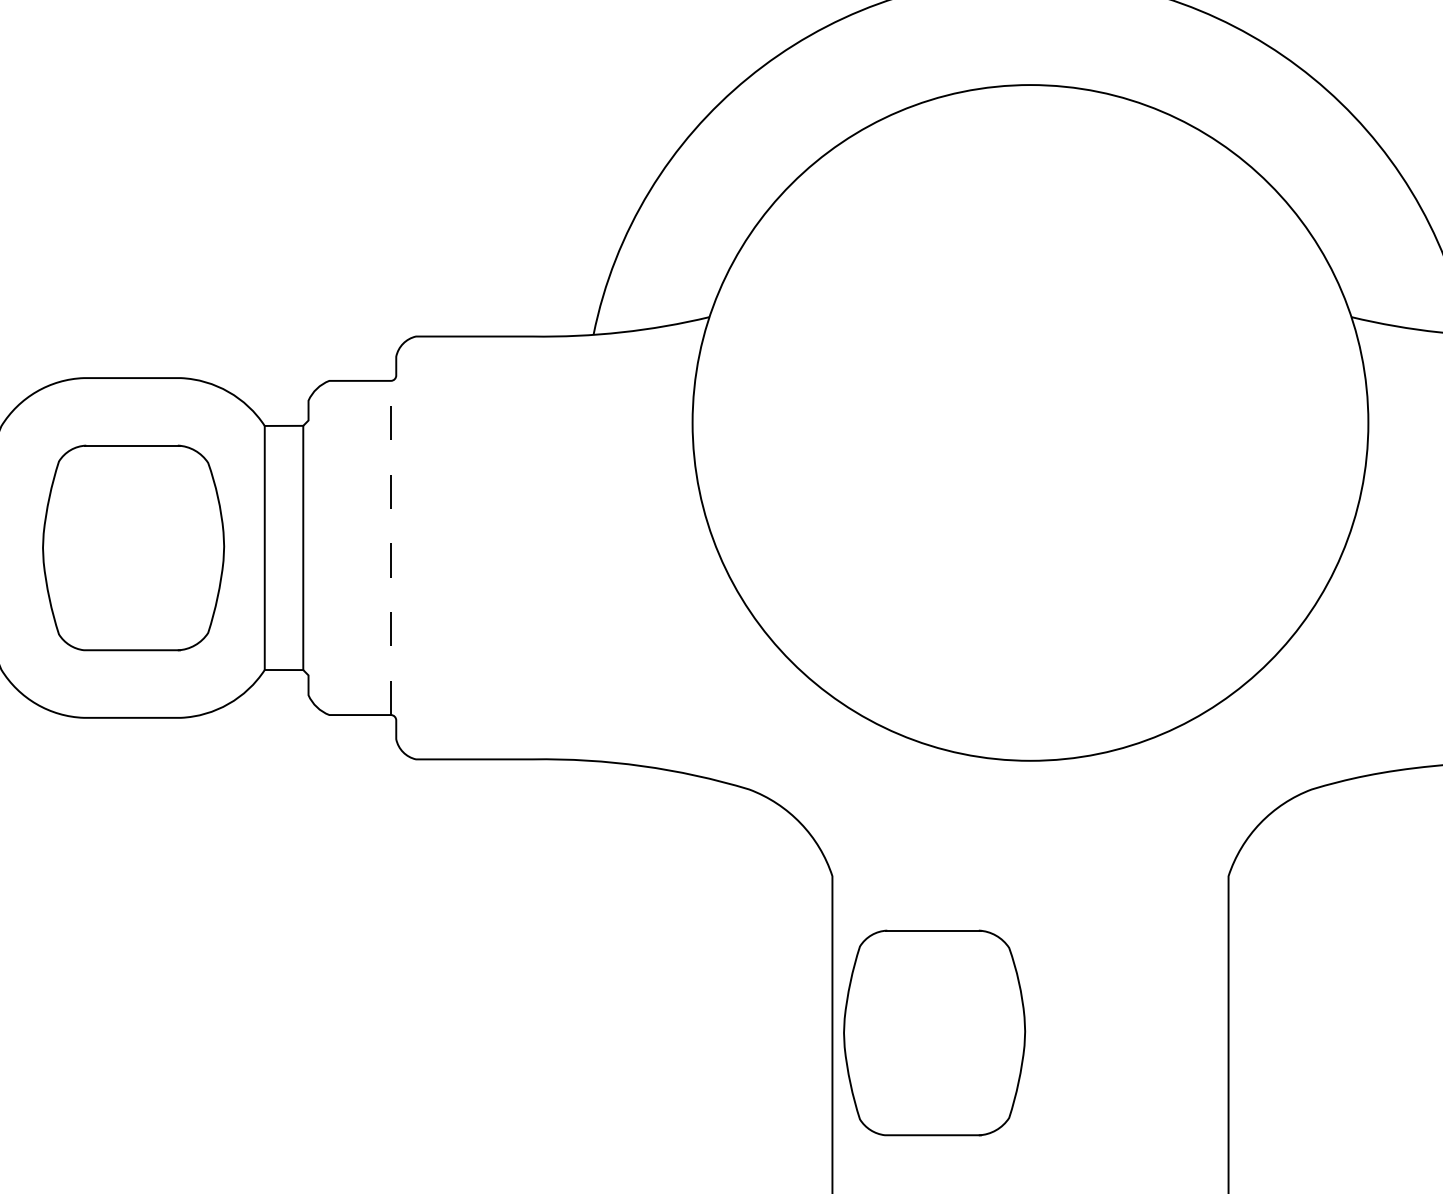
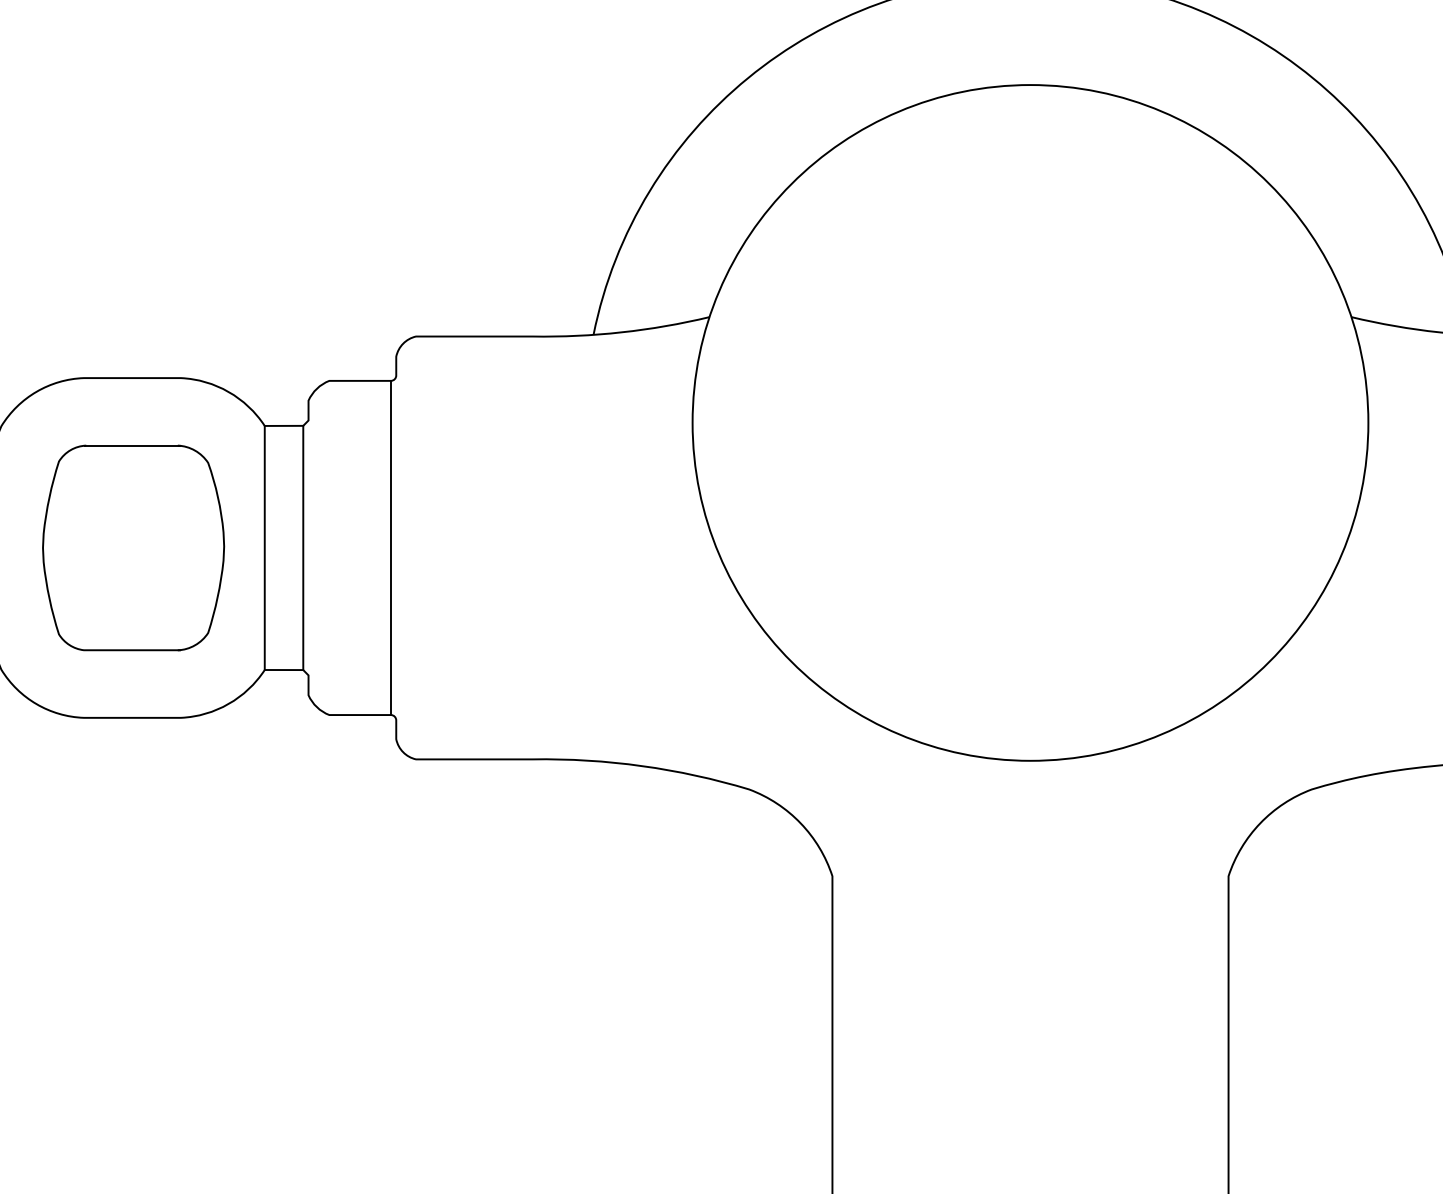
line at (391, 547): dashed -> solid
part at (934, 1032): present -> none
